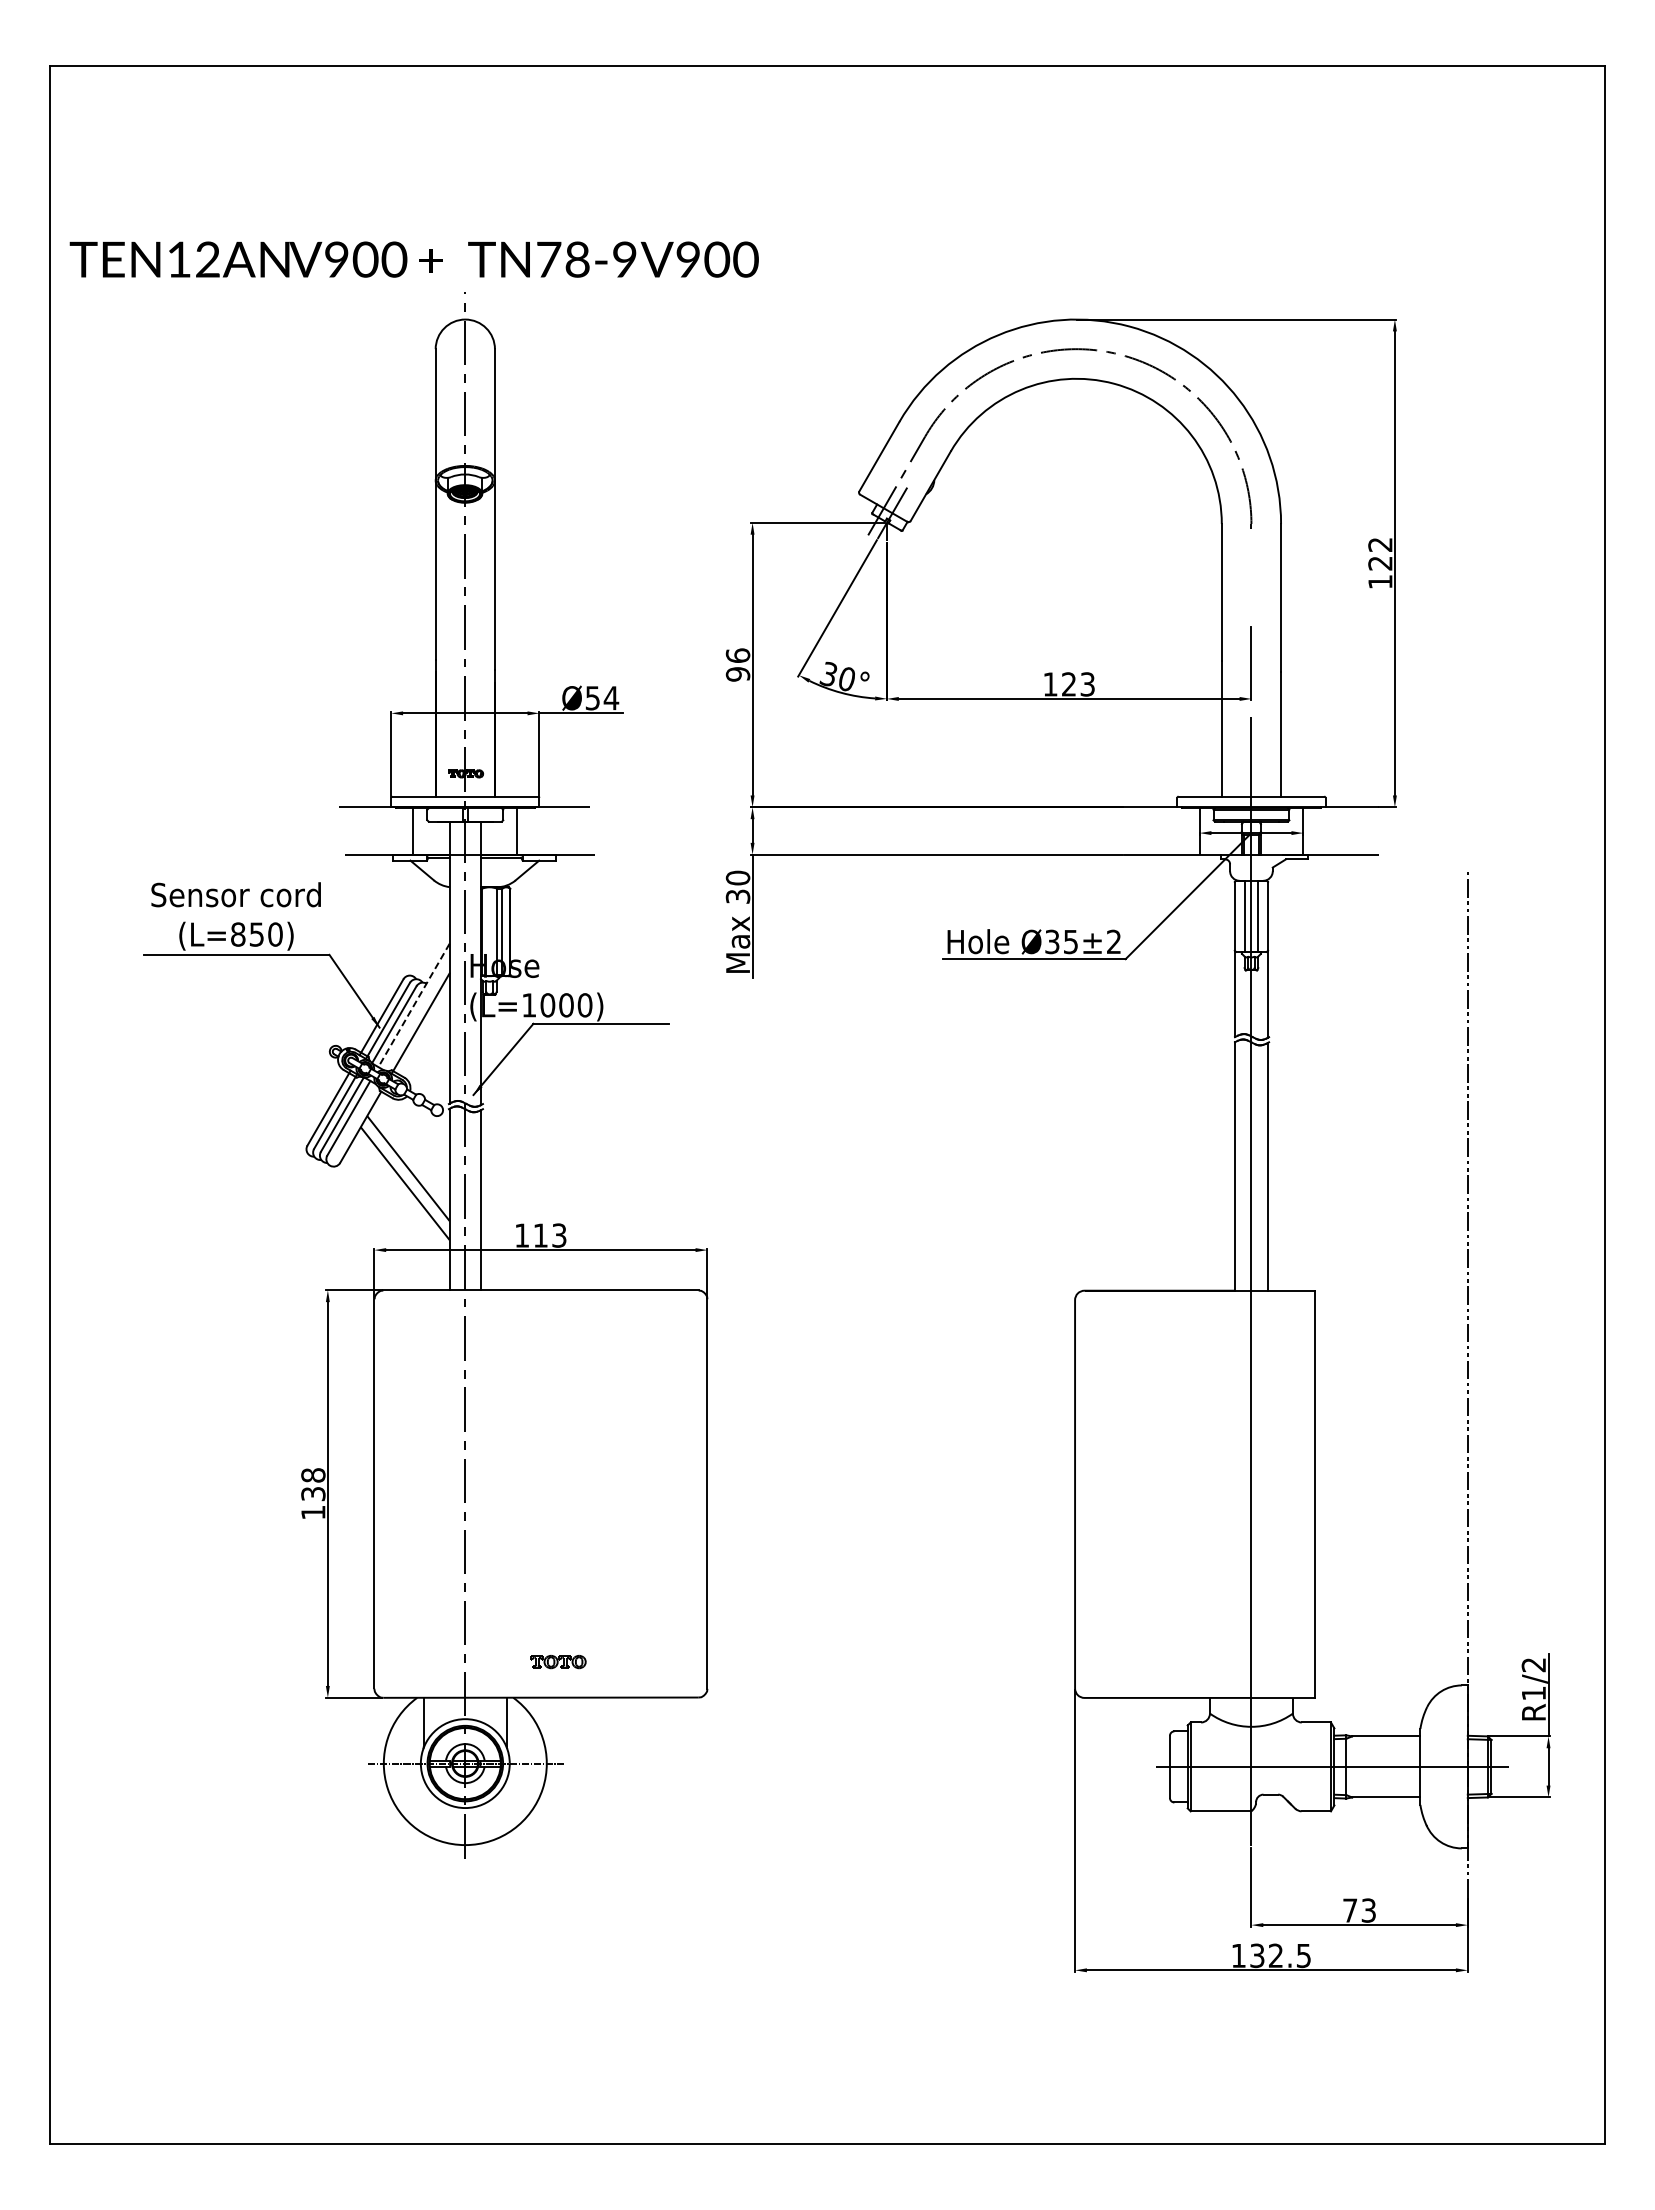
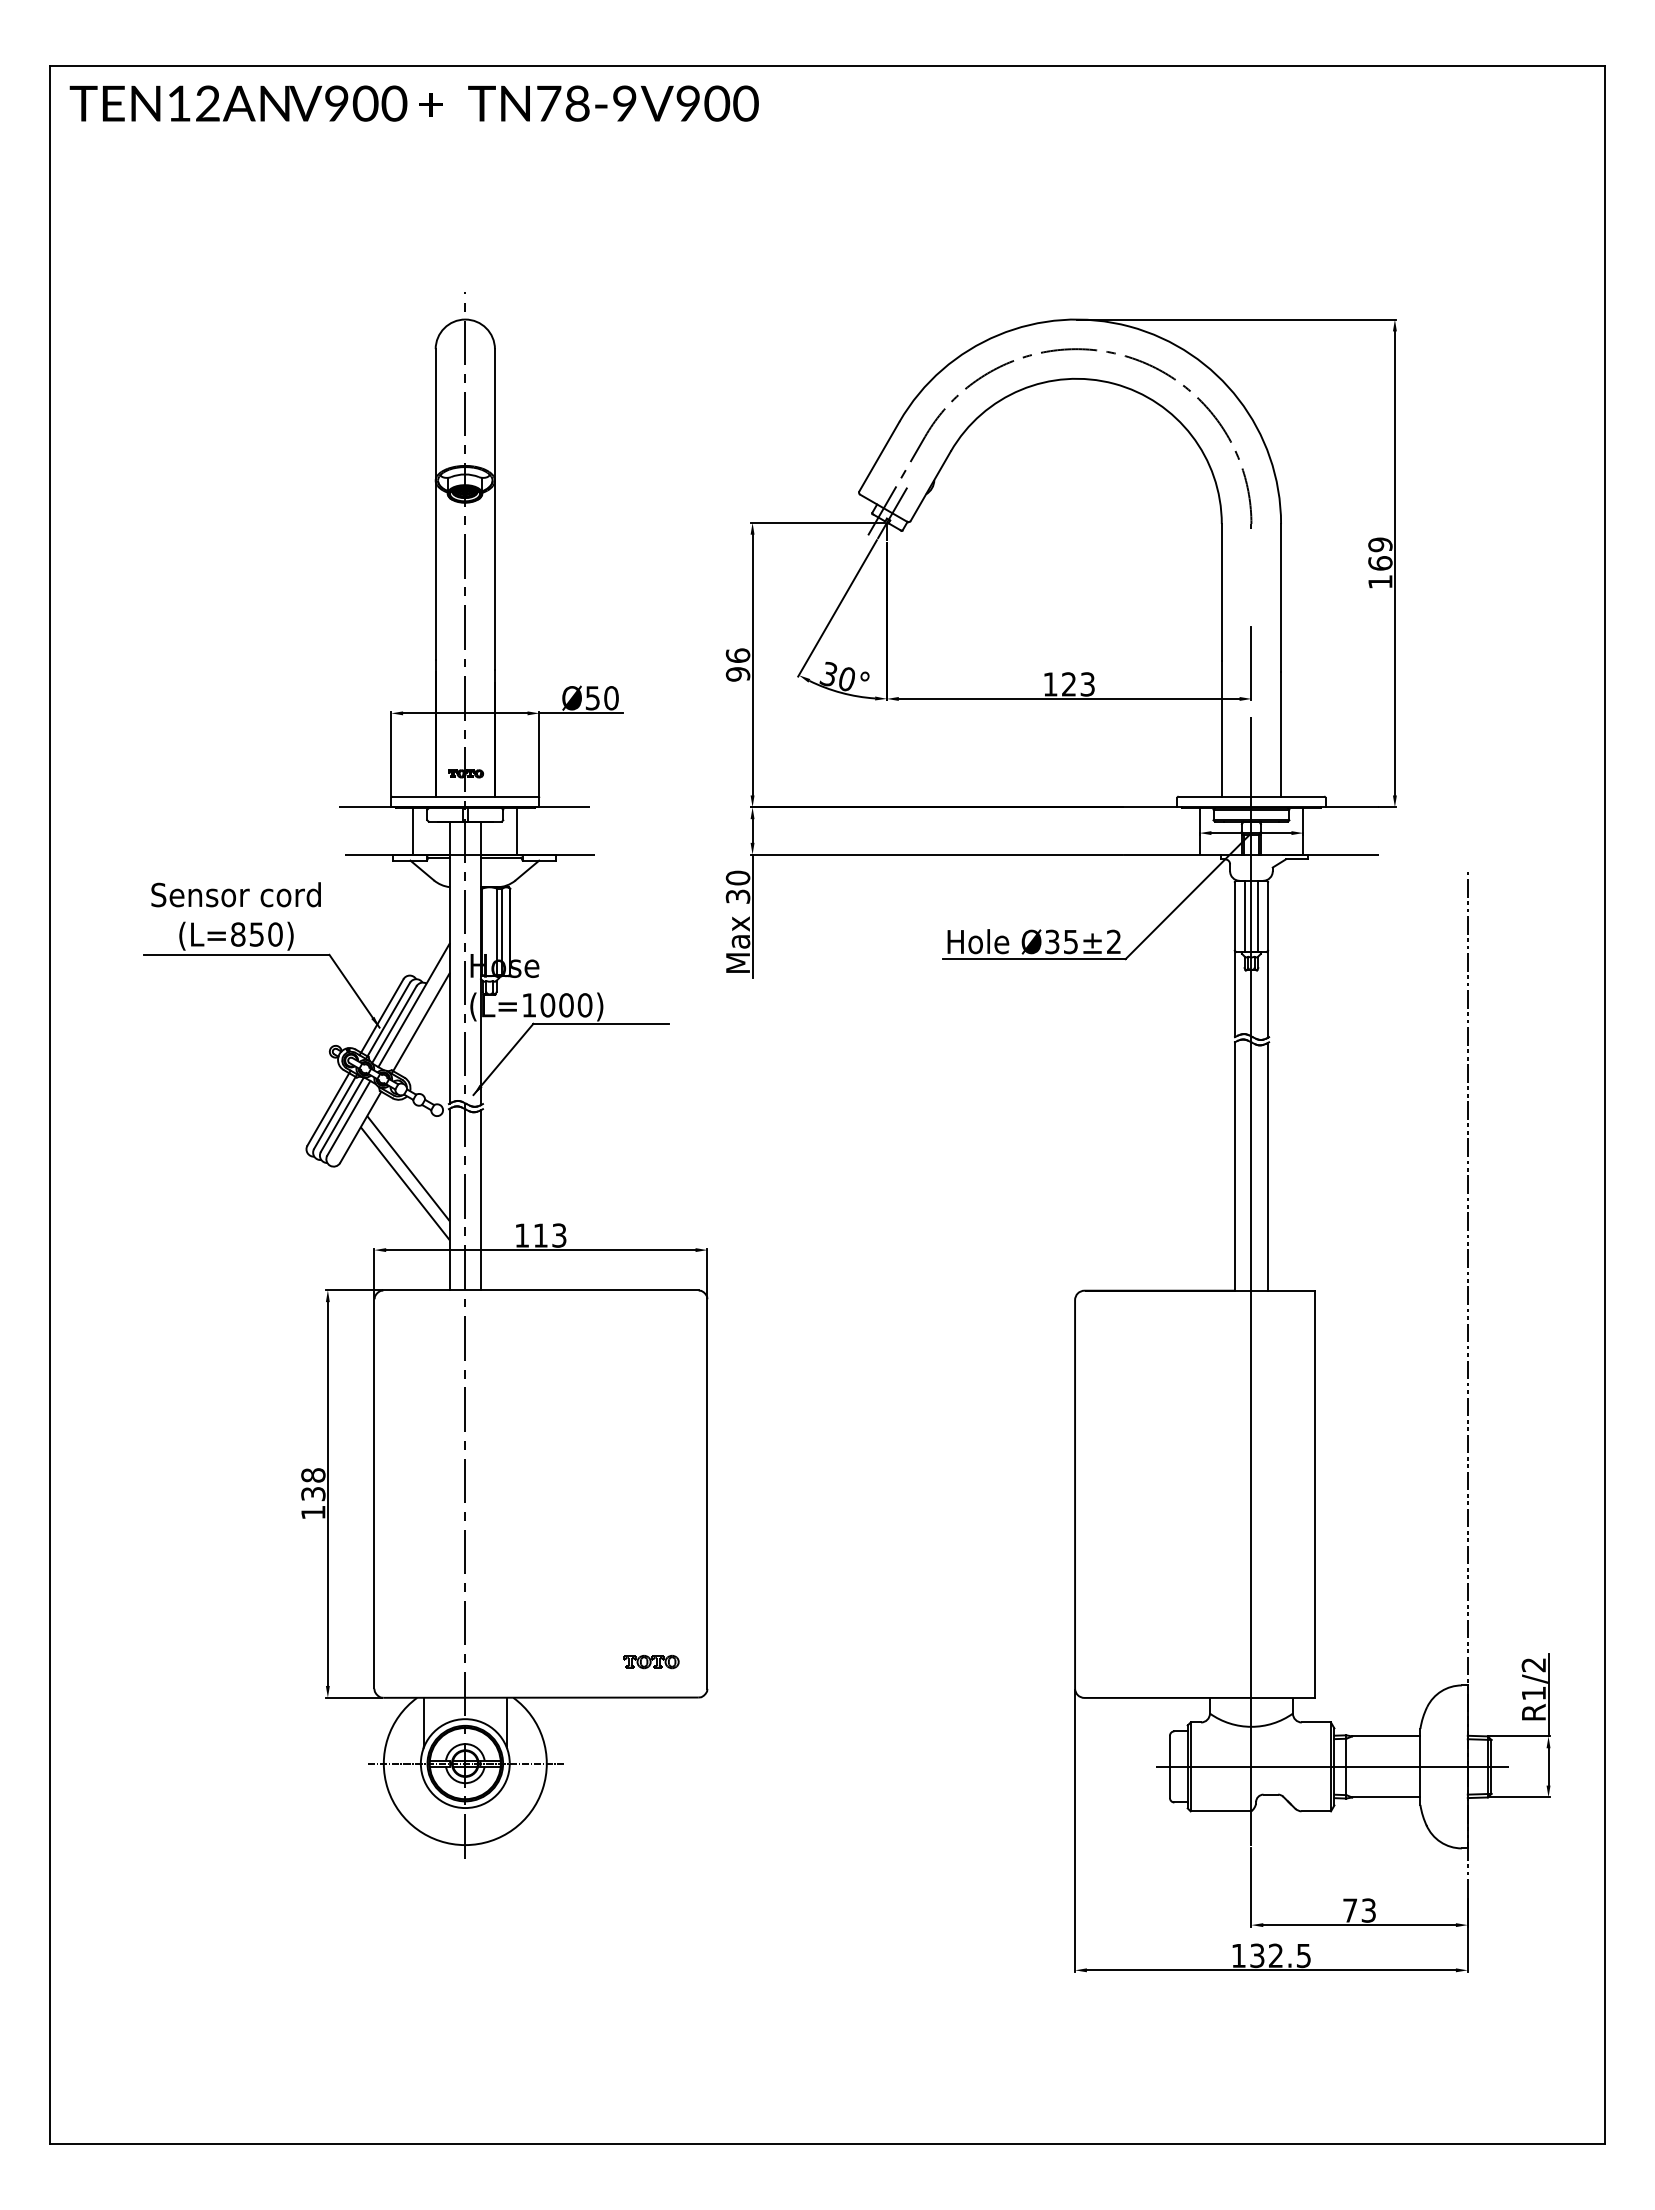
text at (413, 259) position: (413, 259) -> (413, 103)
text at (1380, 553): 122 -> 169
text at (611, 698): Ø54 -> Ø50
line at (413, 1005): dashed -> solid
part at (558, 1662) position: (558, 1662) -> (651, 1662)
